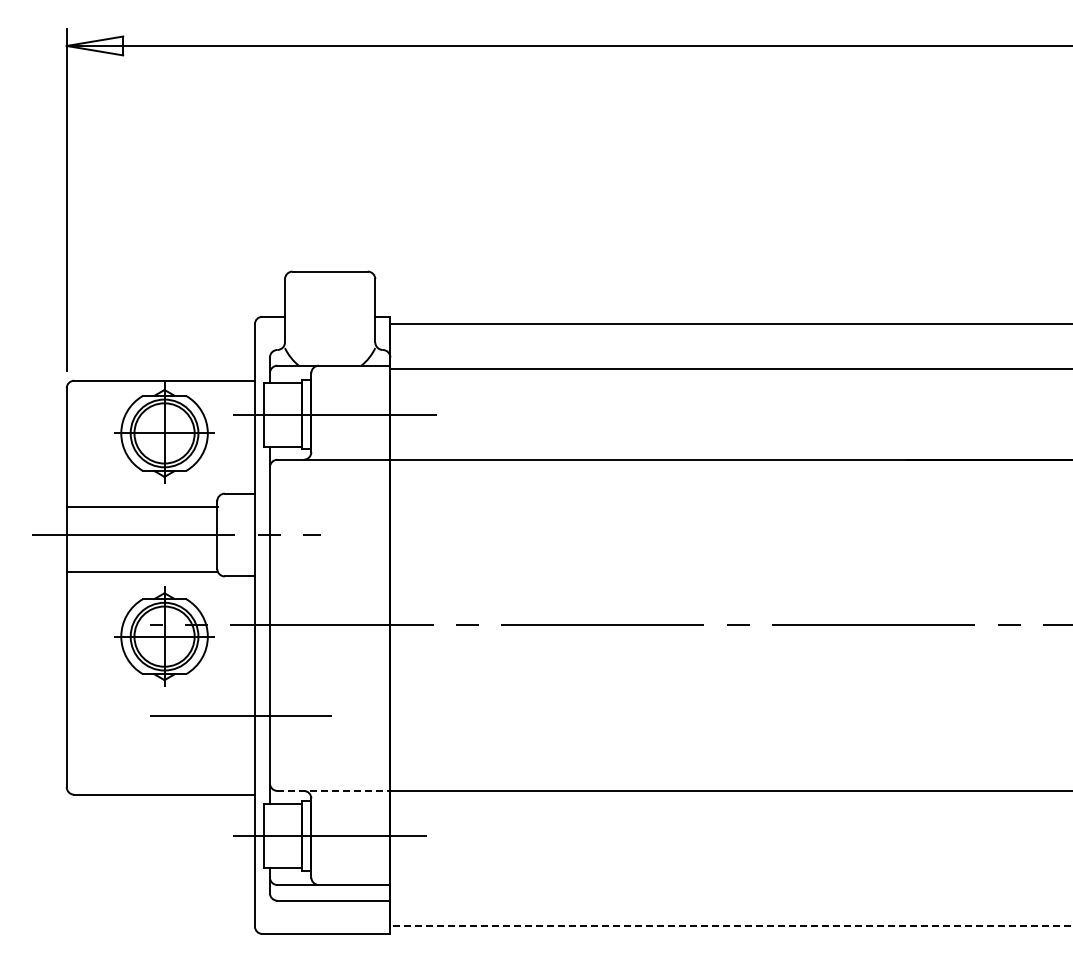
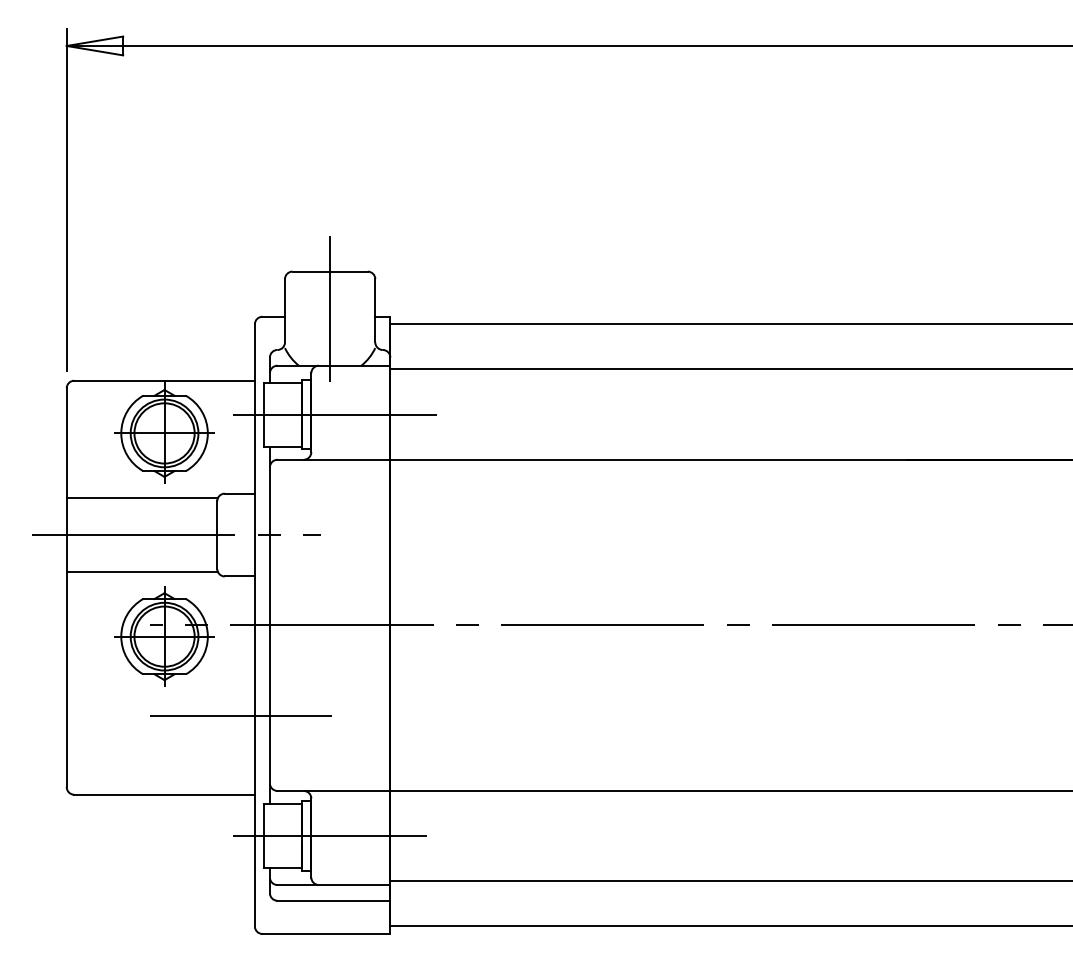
line at (330, 308): none -> present
line at (141, 507) position: (141, 507) -> (141, 498)
line at (334, 790): dashed -> solid
line at (729, 881): none -> present
line at (731, 926): dashed -> solid
